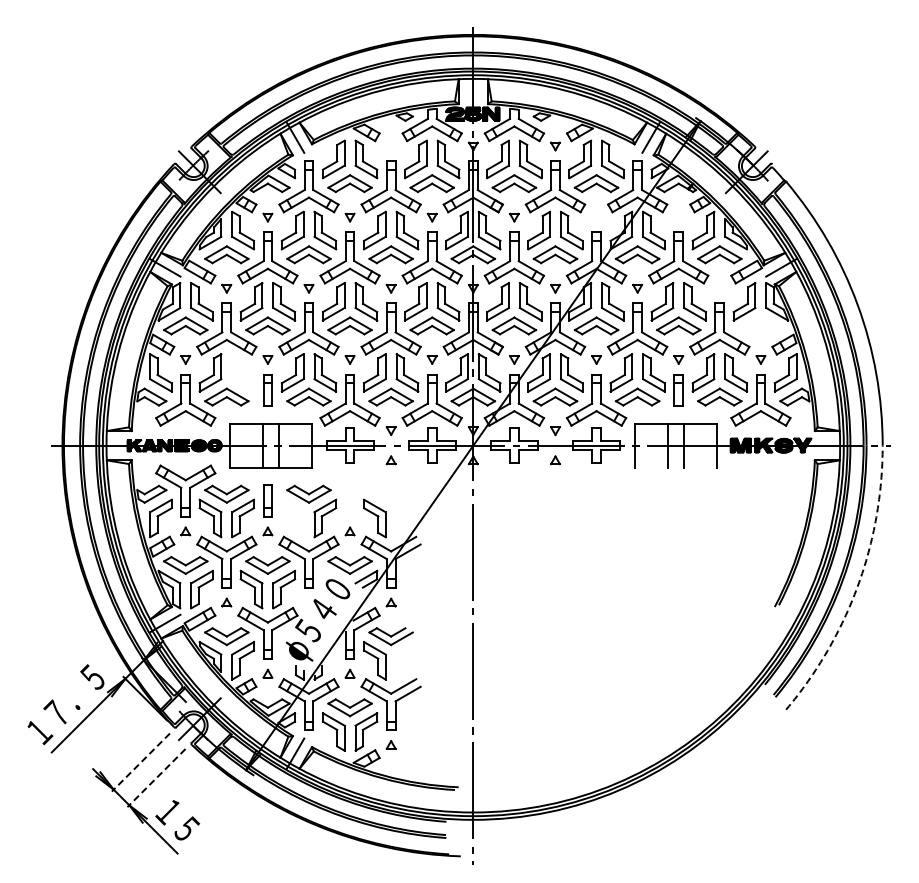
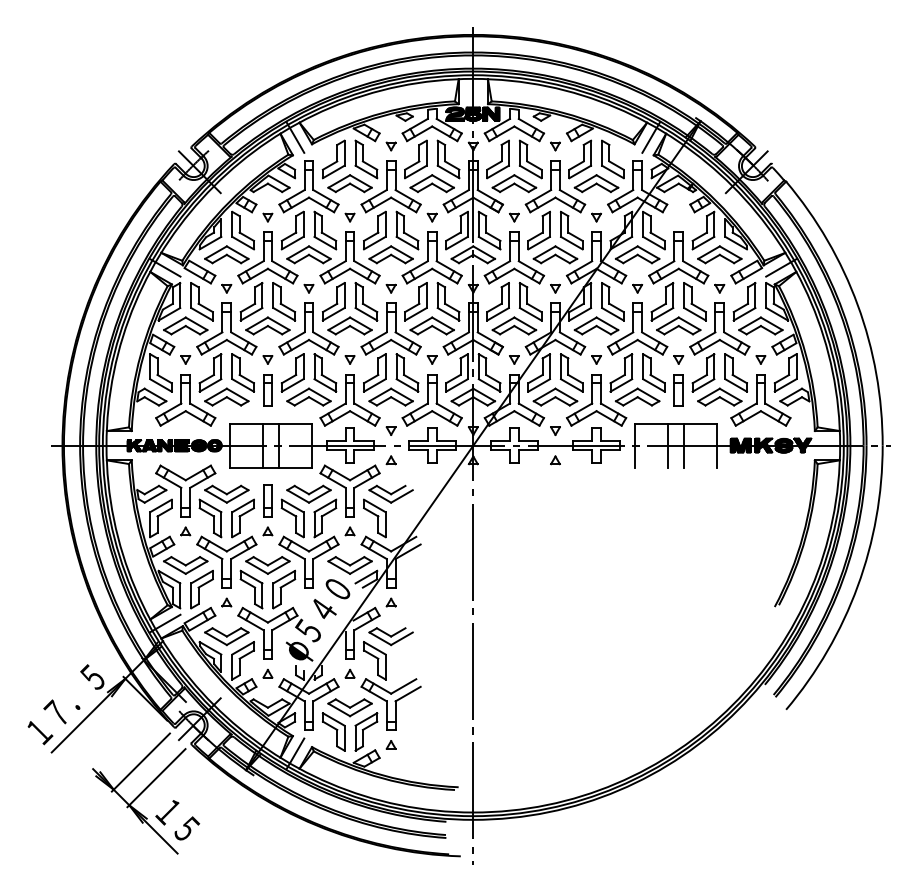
part at (390, 146): none -> present
part at (596, 217): none -> present
part at (719, 288): none -> present
part at (760, 325): none -> present
part at (242, 372): none -> present
part at (366, 490): none -> present
part at (292, 518): none -> present
arc at (857, 586): dashed -> solid
line at (140, 762): dashed -> solid
line at (156, 778): dashed -> solid
